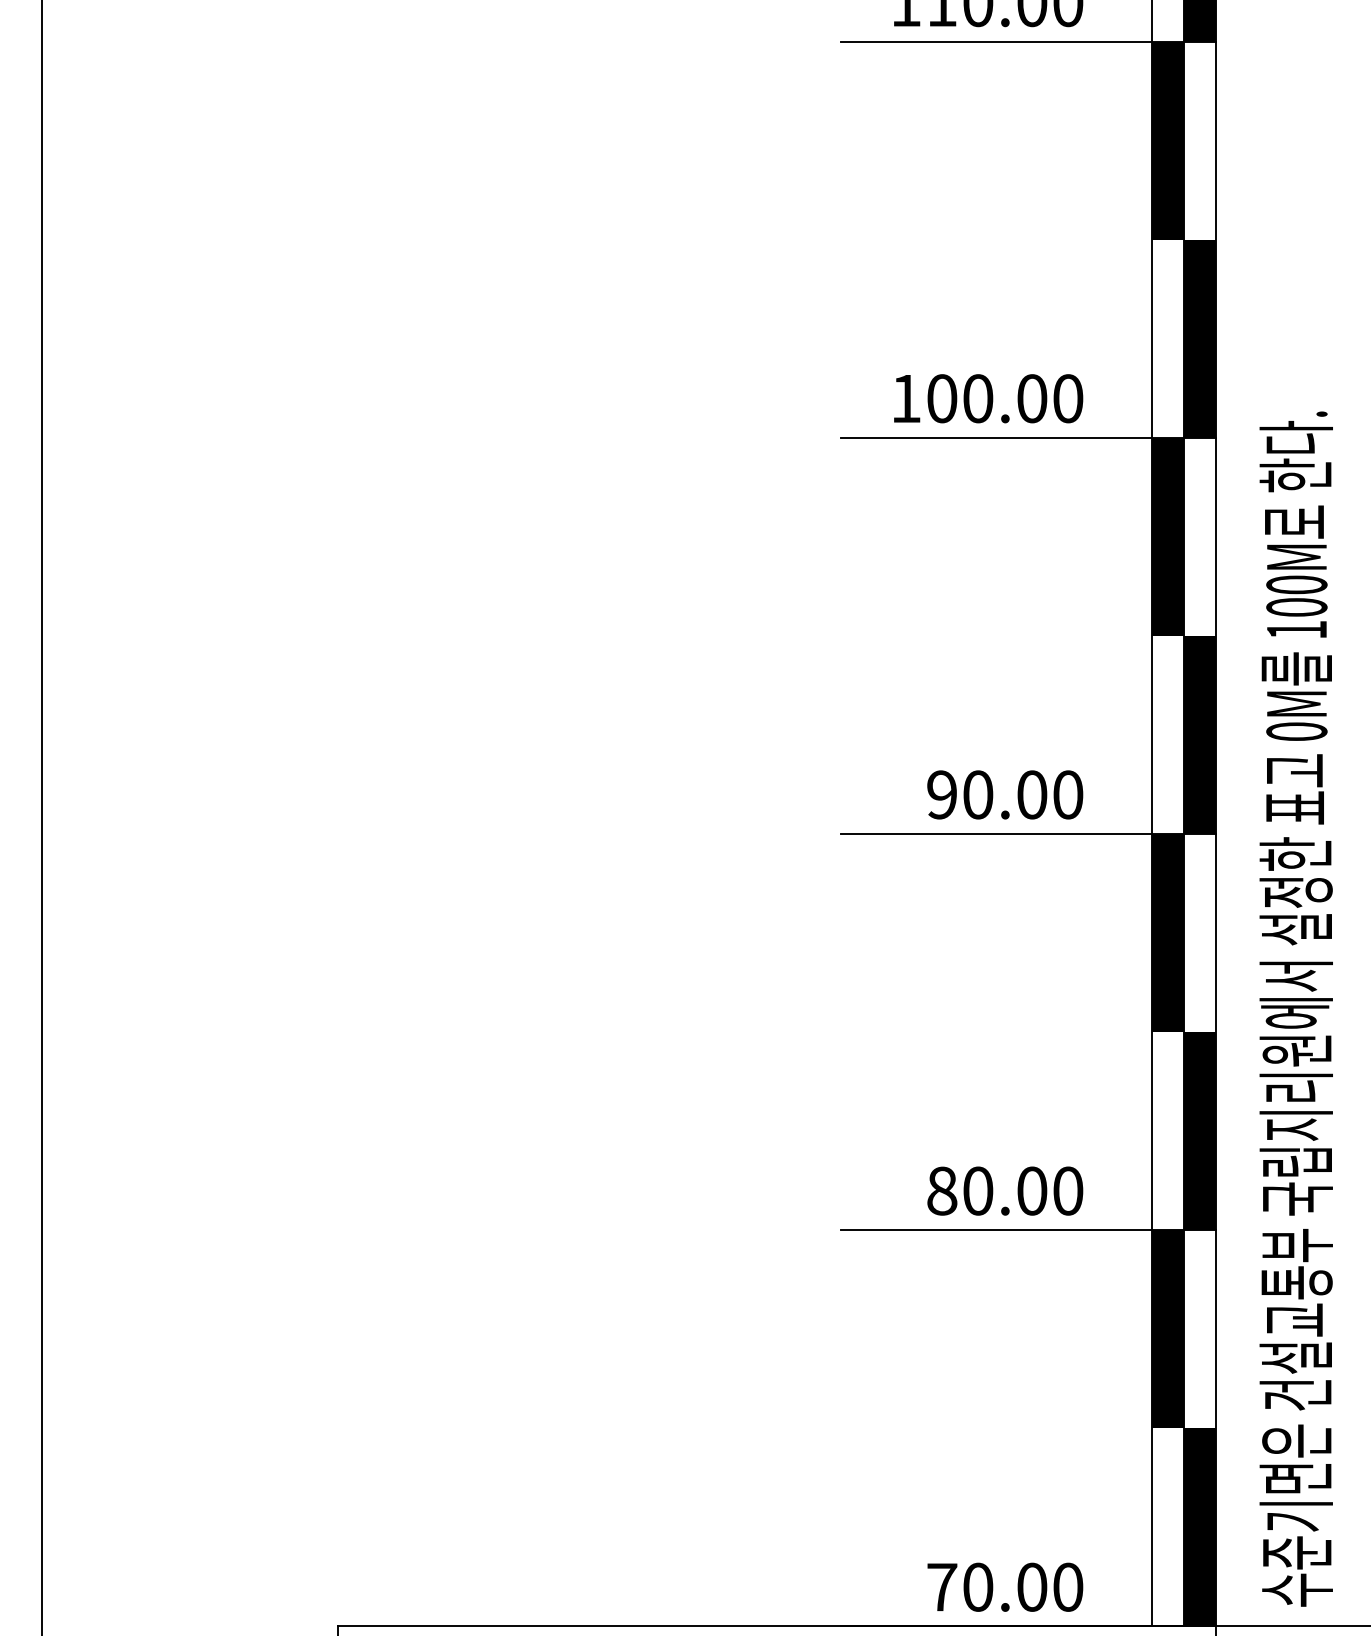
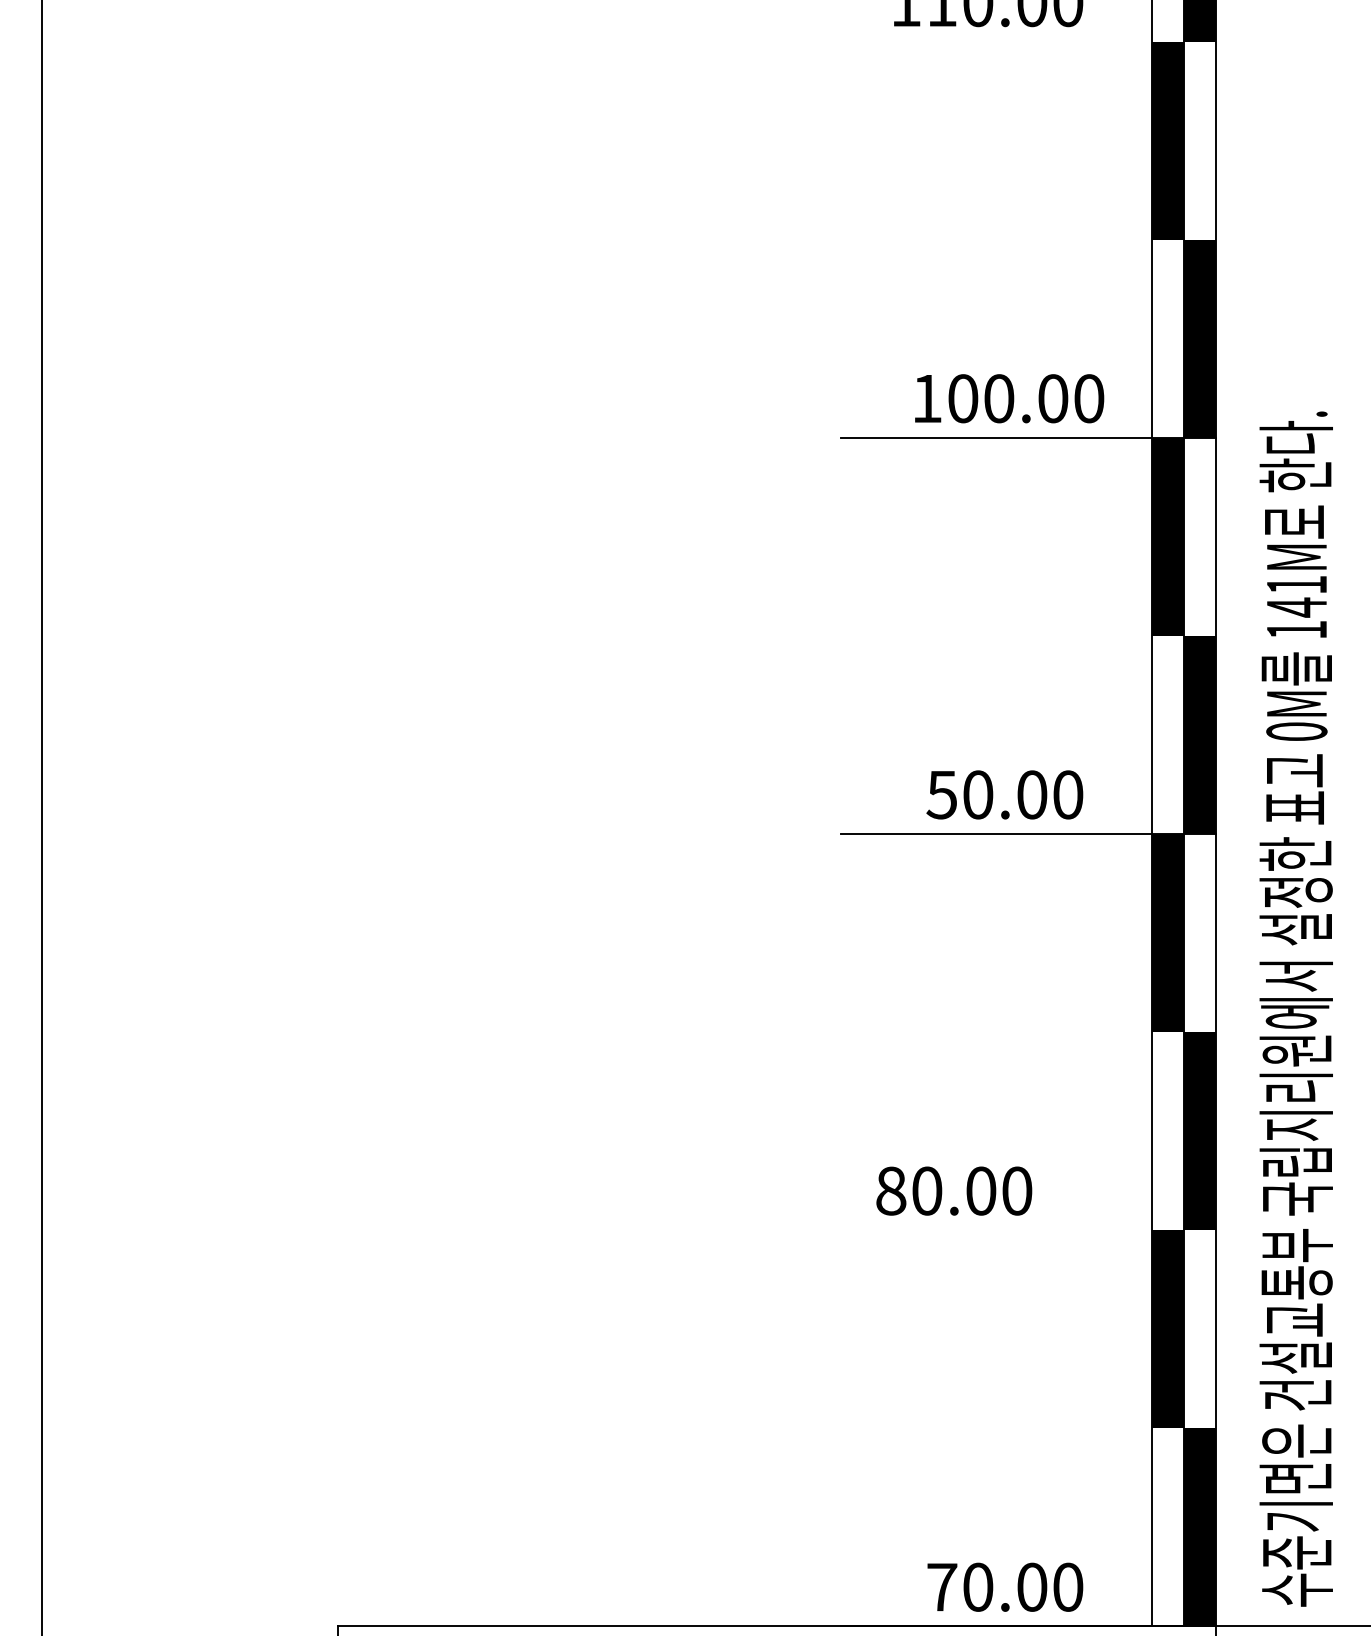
line at (1027, 41): present -> none
text at (988, 398) position: (988, 398) -> (1009, 398)
text at (1296, 596): 100M -> 141M
text at (941, 794): 90.00 -> 50.00
text at (1005, 1190) position: (1005, 1190) -> (954, 1190)
line at (1027, 1230): present -> none
